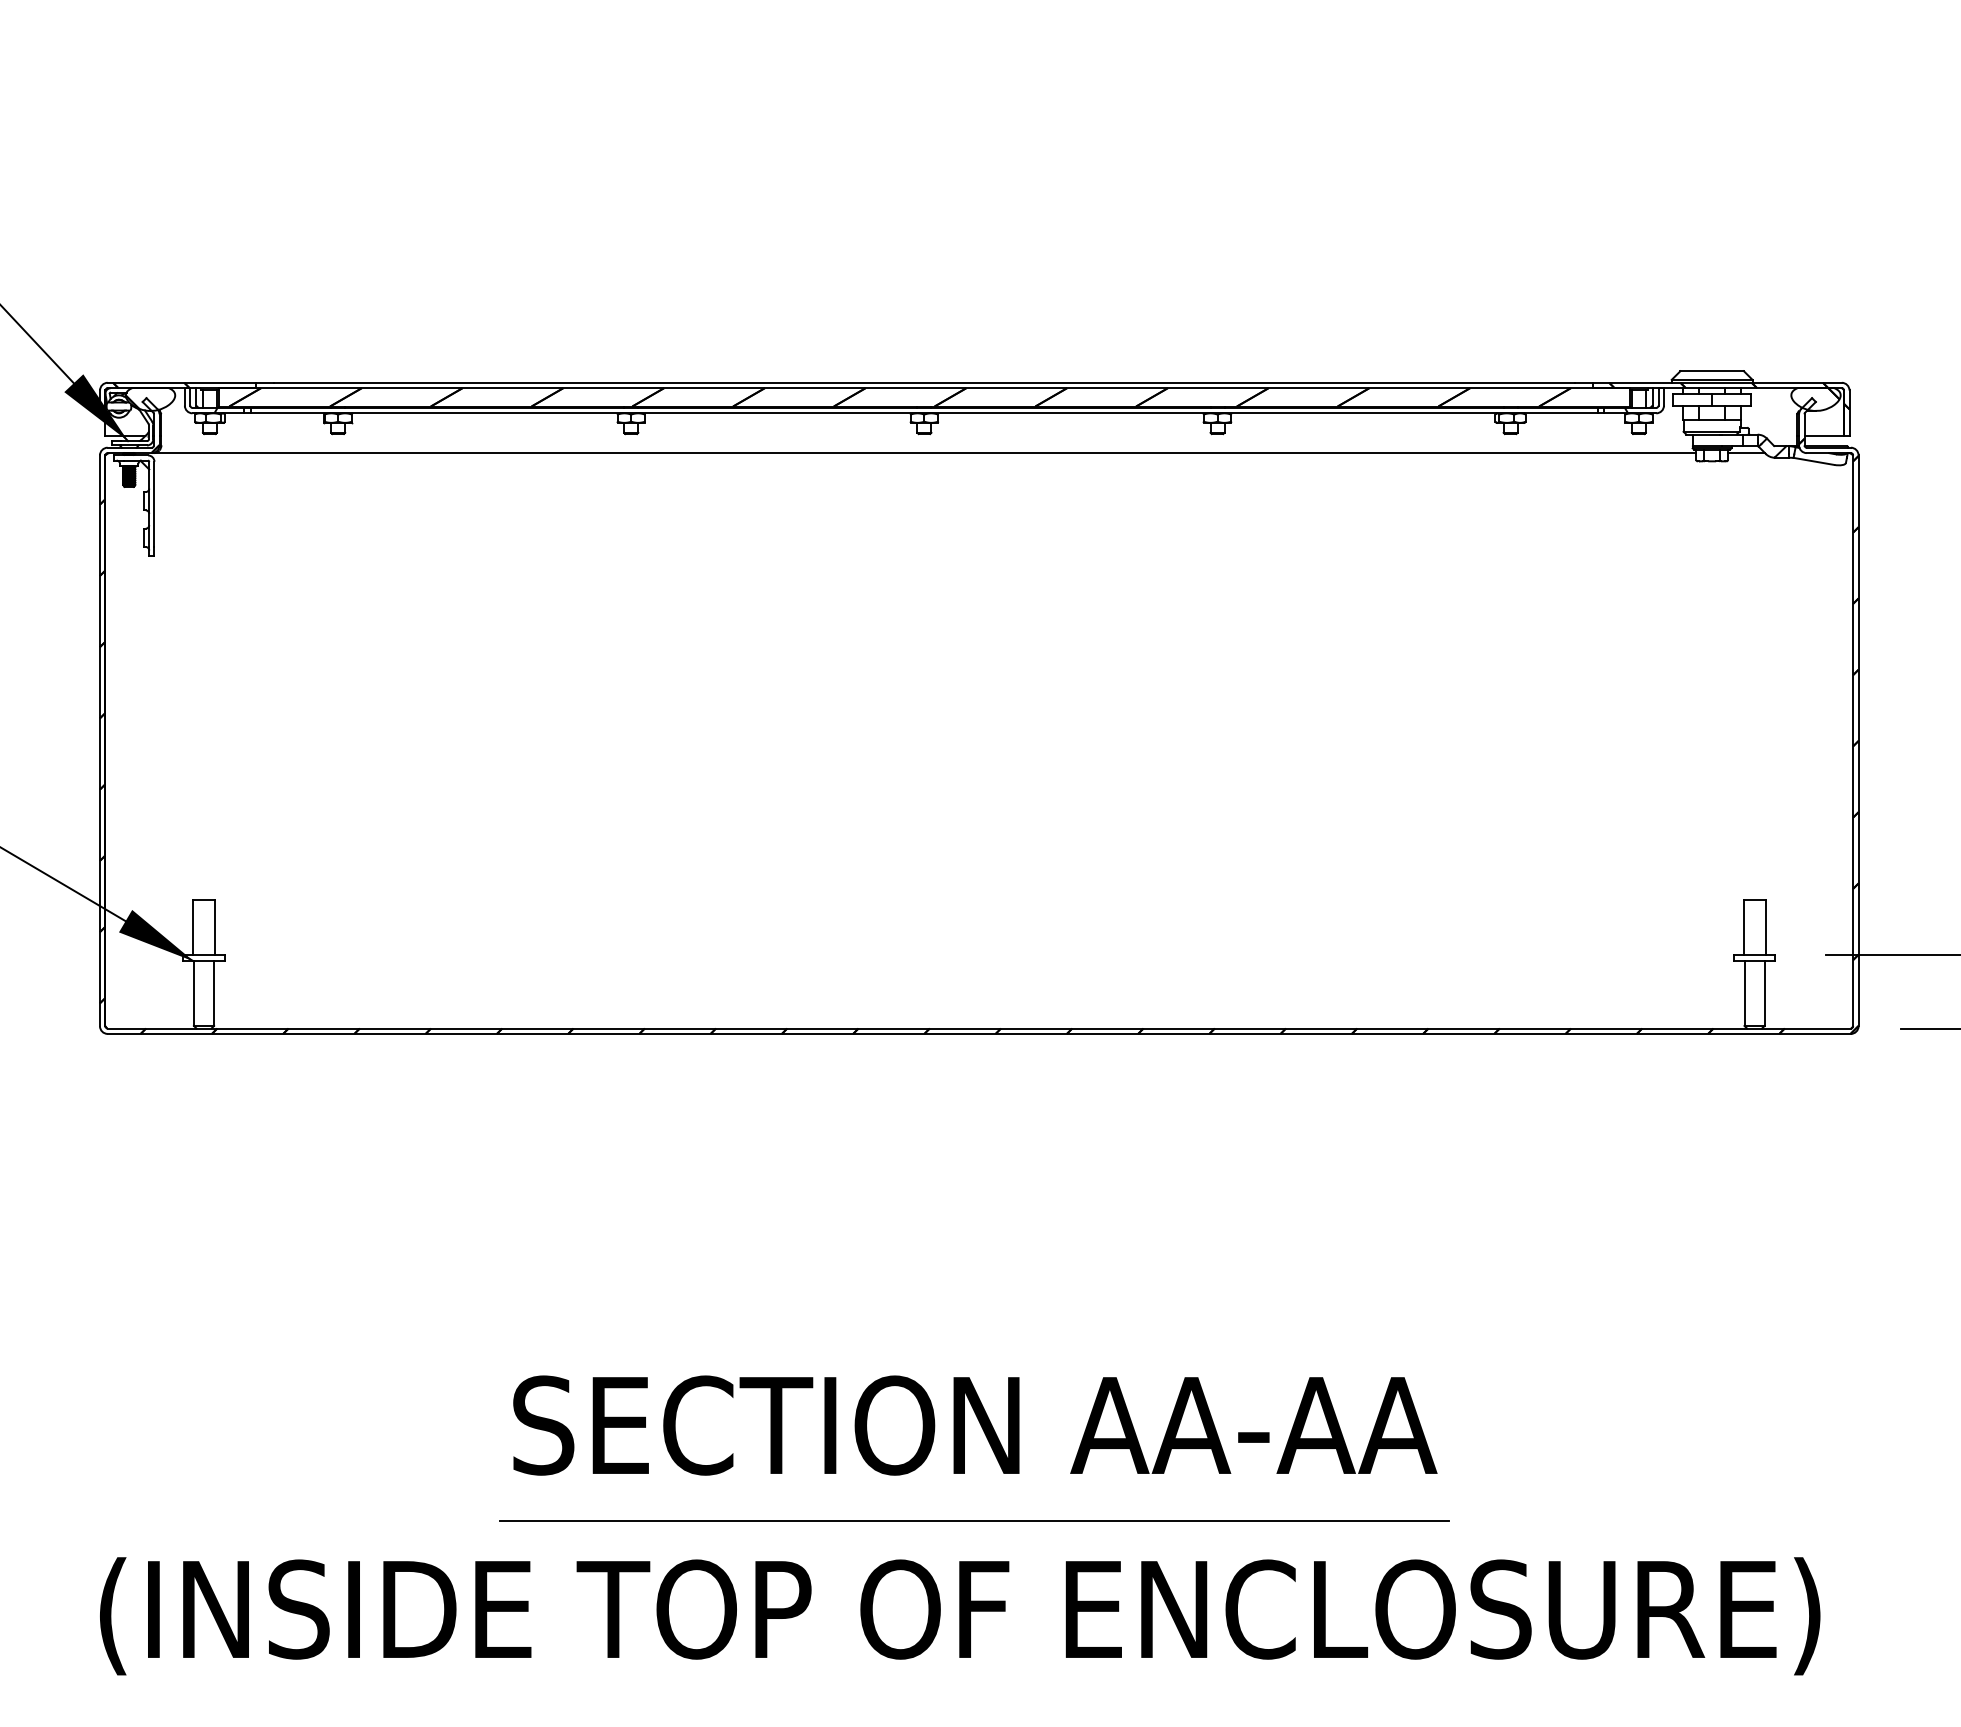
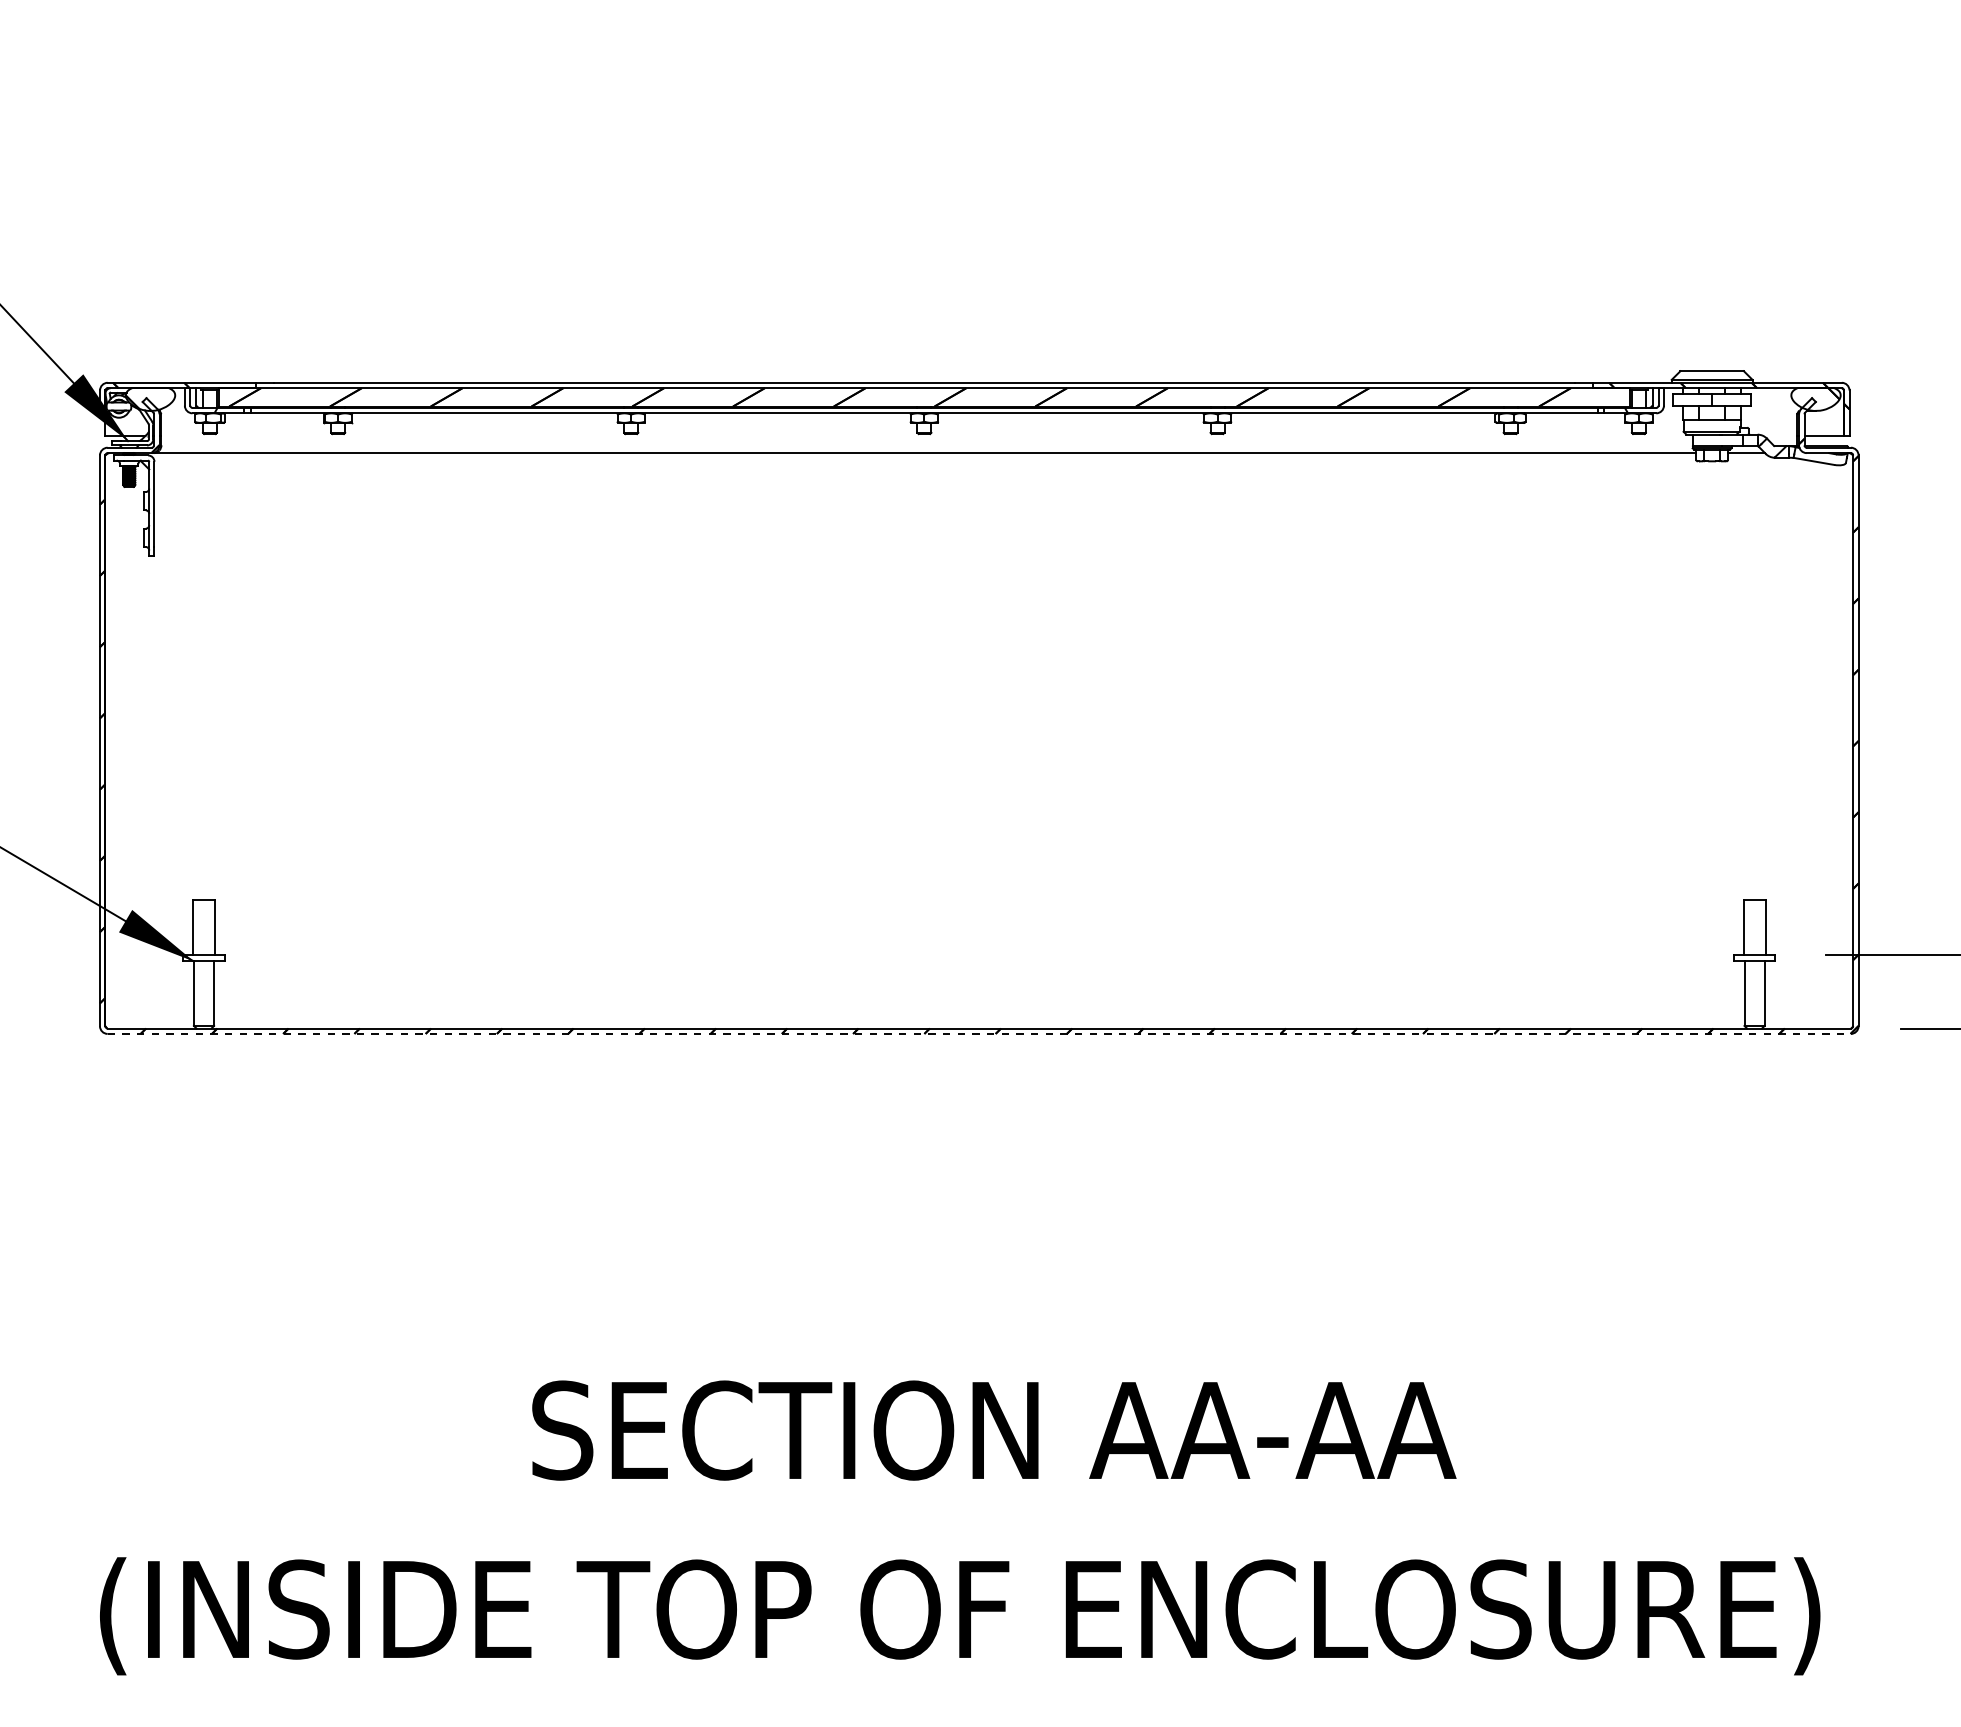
line at (979, 1033): solid -> dashed
text at (975, 1425) position: (975, 1425) -> (994, 1430)
line at (974, 1520): present -> none
